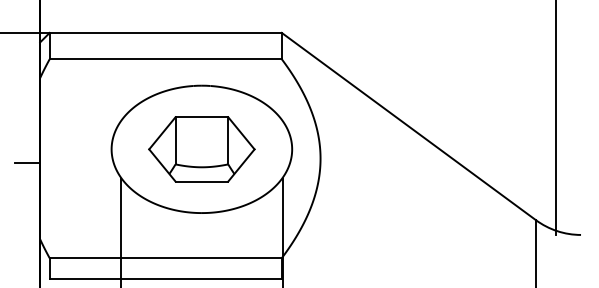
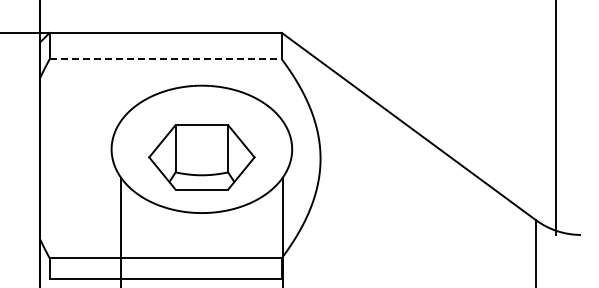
line at (166, 59): solid -> dashed
part at (201, 149) position: (201, 149) -> (201, 157)
line at (27, 163): present -> none
